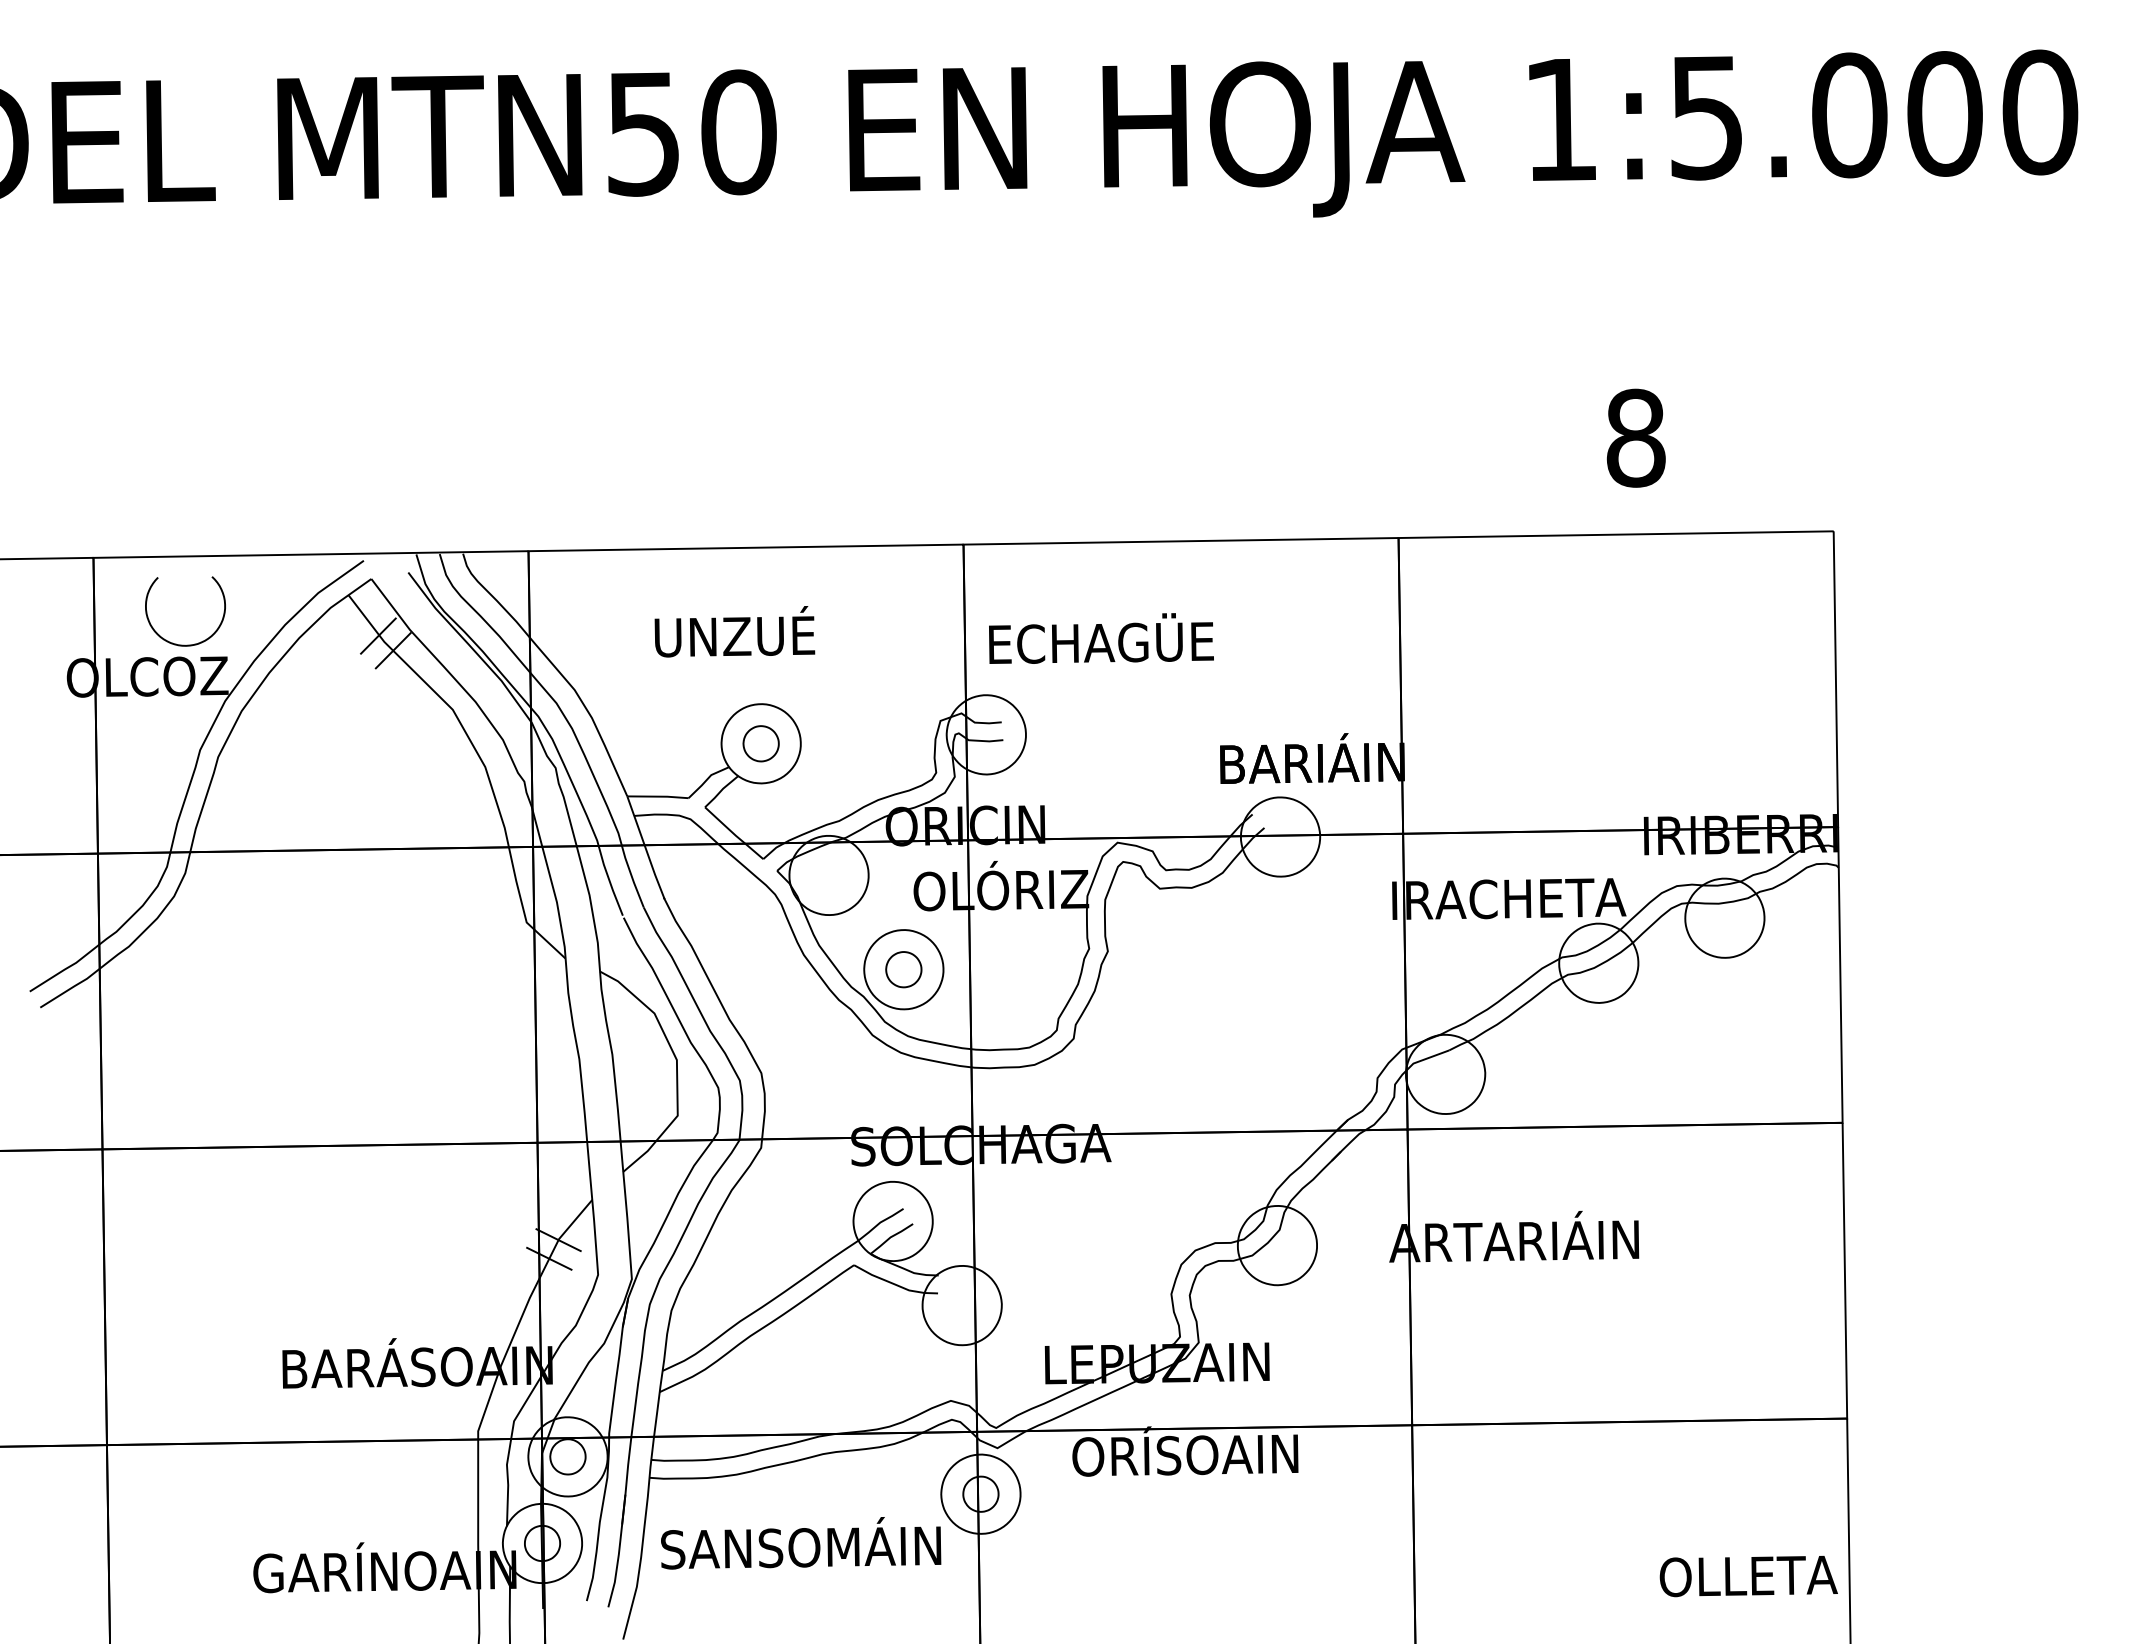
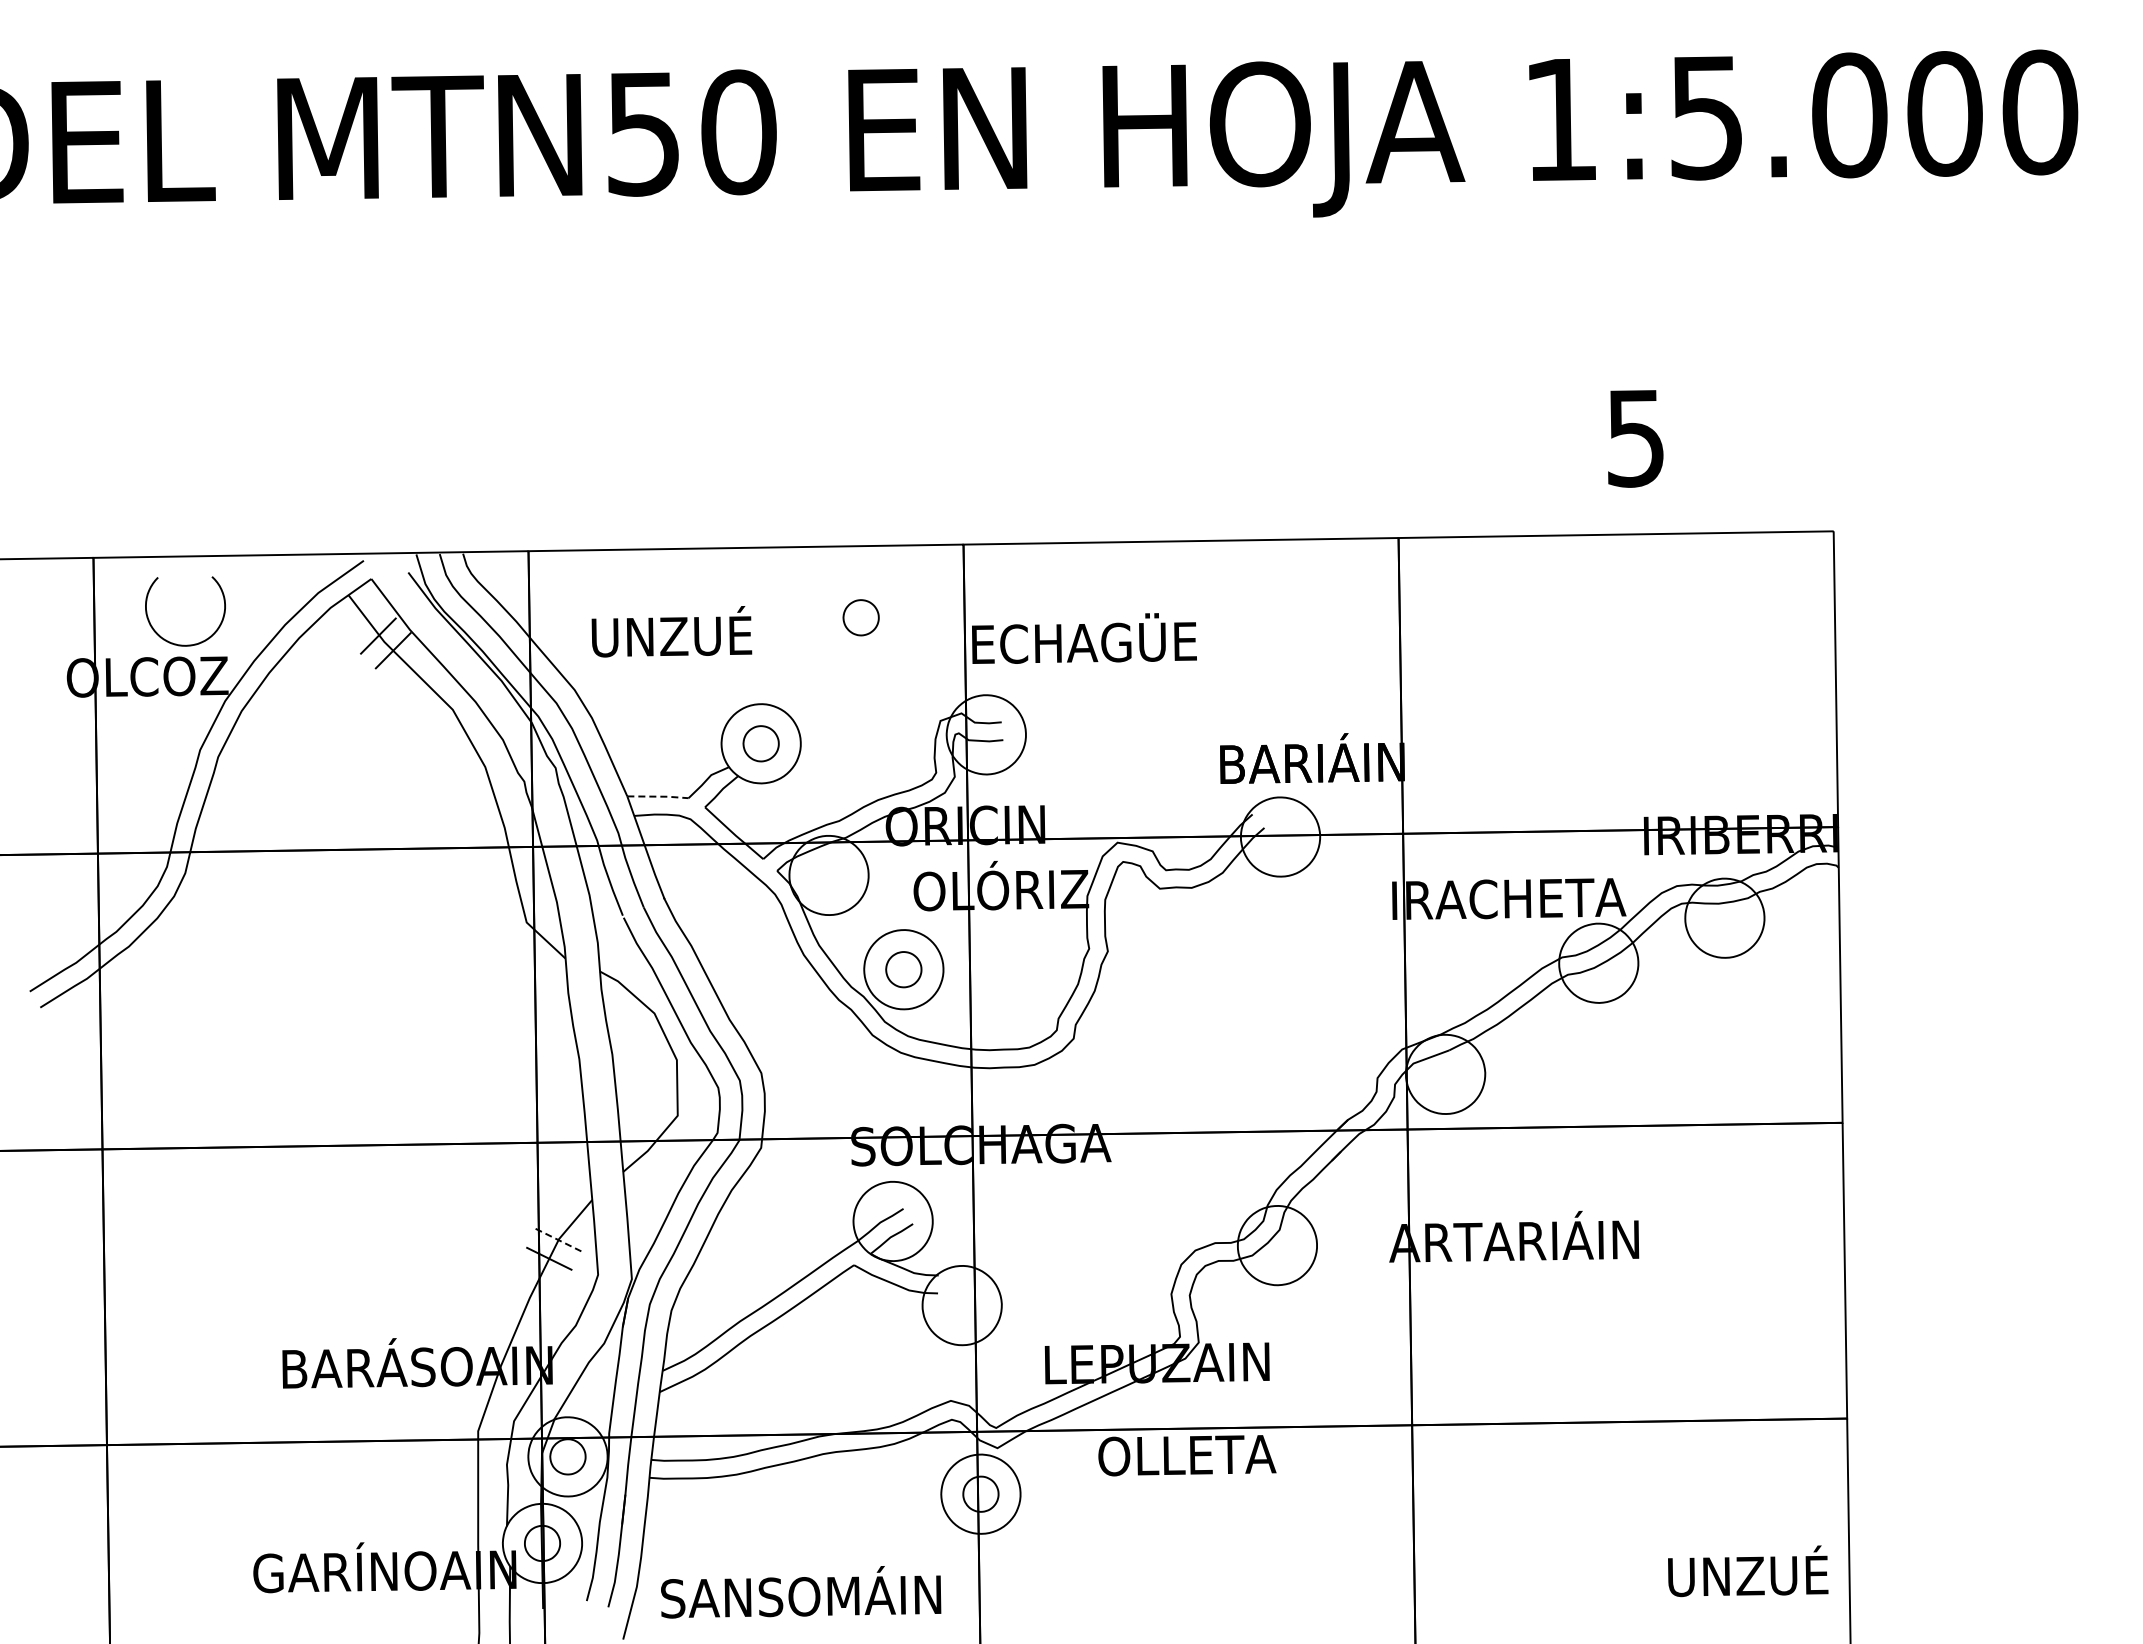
text at (1635, 437): 8 -> 5
part at (860, 617): none -> present
text at (734, 631) position: (734, 631) -> (671, 631)
text at (1101, 638) position: (1101, 638) -> (1084, 638)
line at (658, 796): solid -> dashed
line at (558, 1240): solid -> dashed
text at (1185, 1451): ORÍSOAIN -> OLLETA
text at (801, 1543) position: (801, 1543) -> (801, 1592)
text at (1748, 1571): OLLETA -> UNZUÉ
